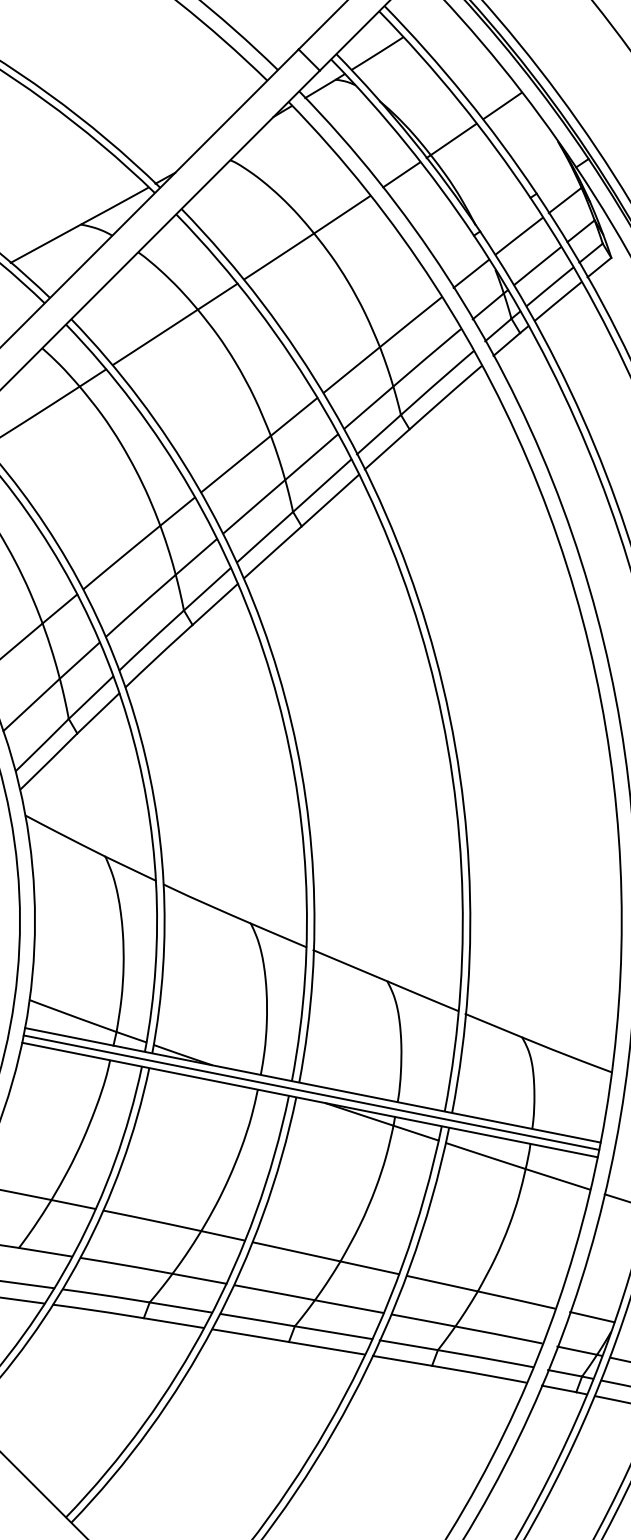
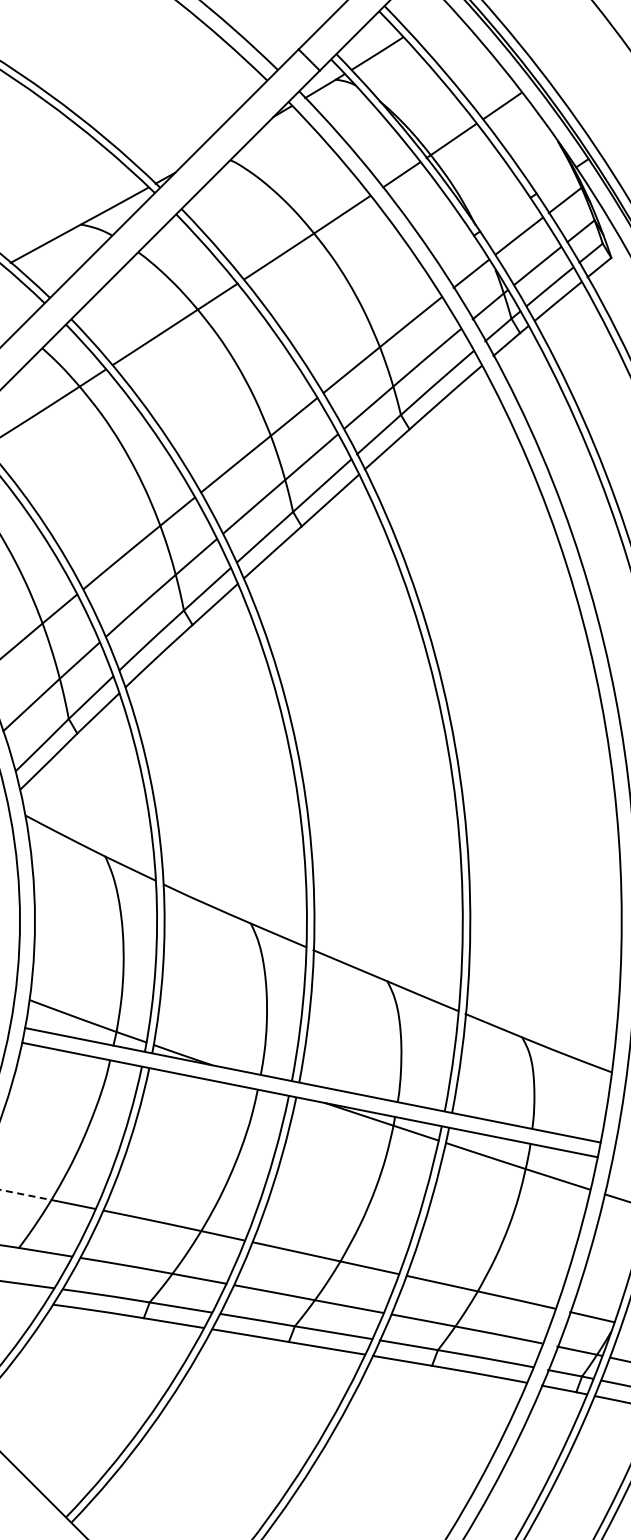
line at (311, 1092): present -> none
line at (26, 1194): solid -> dashed
line at (23, 1300): present -> none
